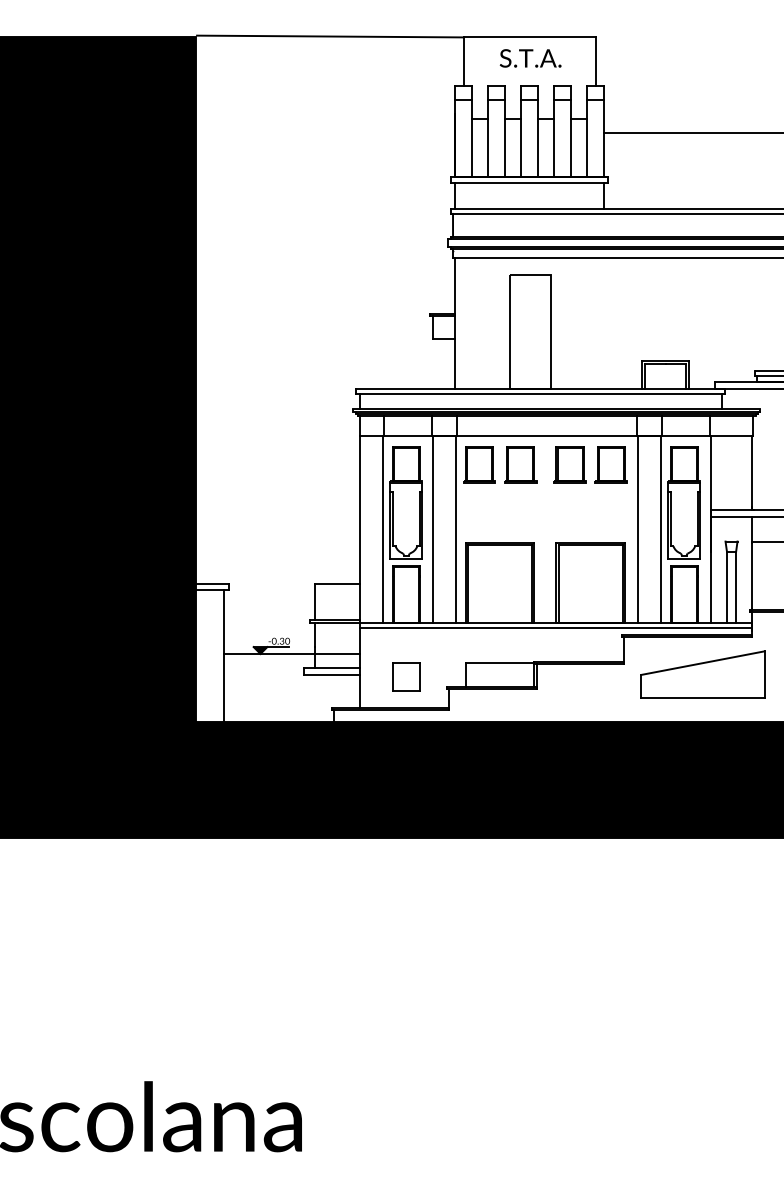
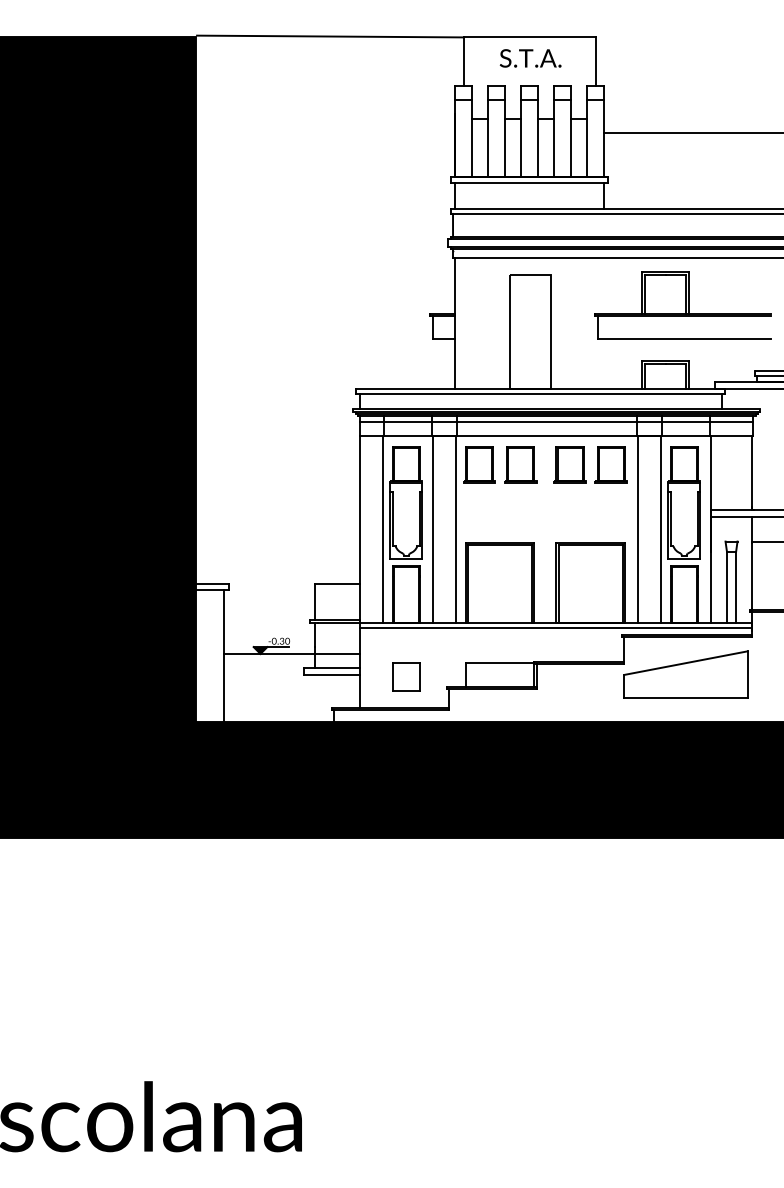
part at (682, 305): none -> present
line at (556, 421): none -> present
part at (702, 674) position: (702, 674) -> (685, 674)
